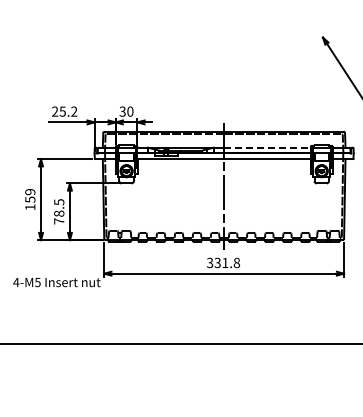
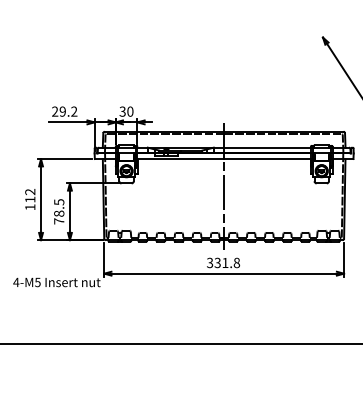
text at (62, 111): 25.2 -> 29.2
line at (268, 147): dashed -> solid
text at (30, 195): 159 -> 112
